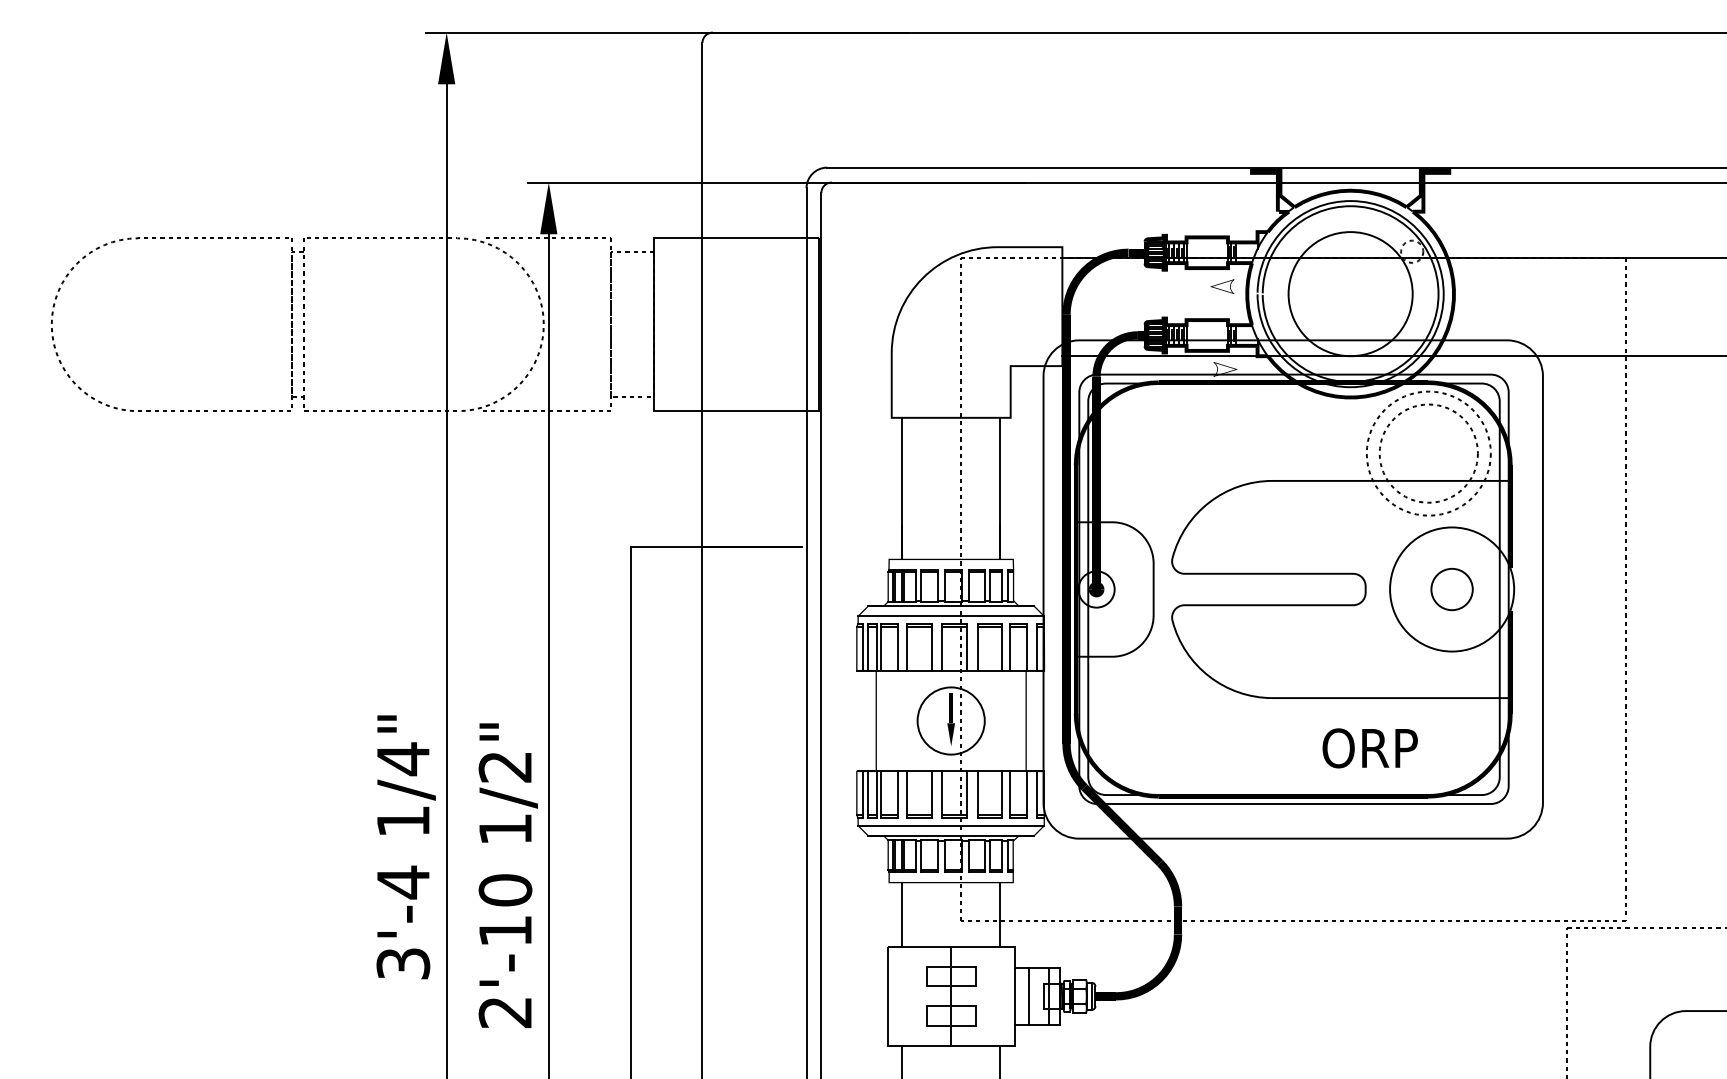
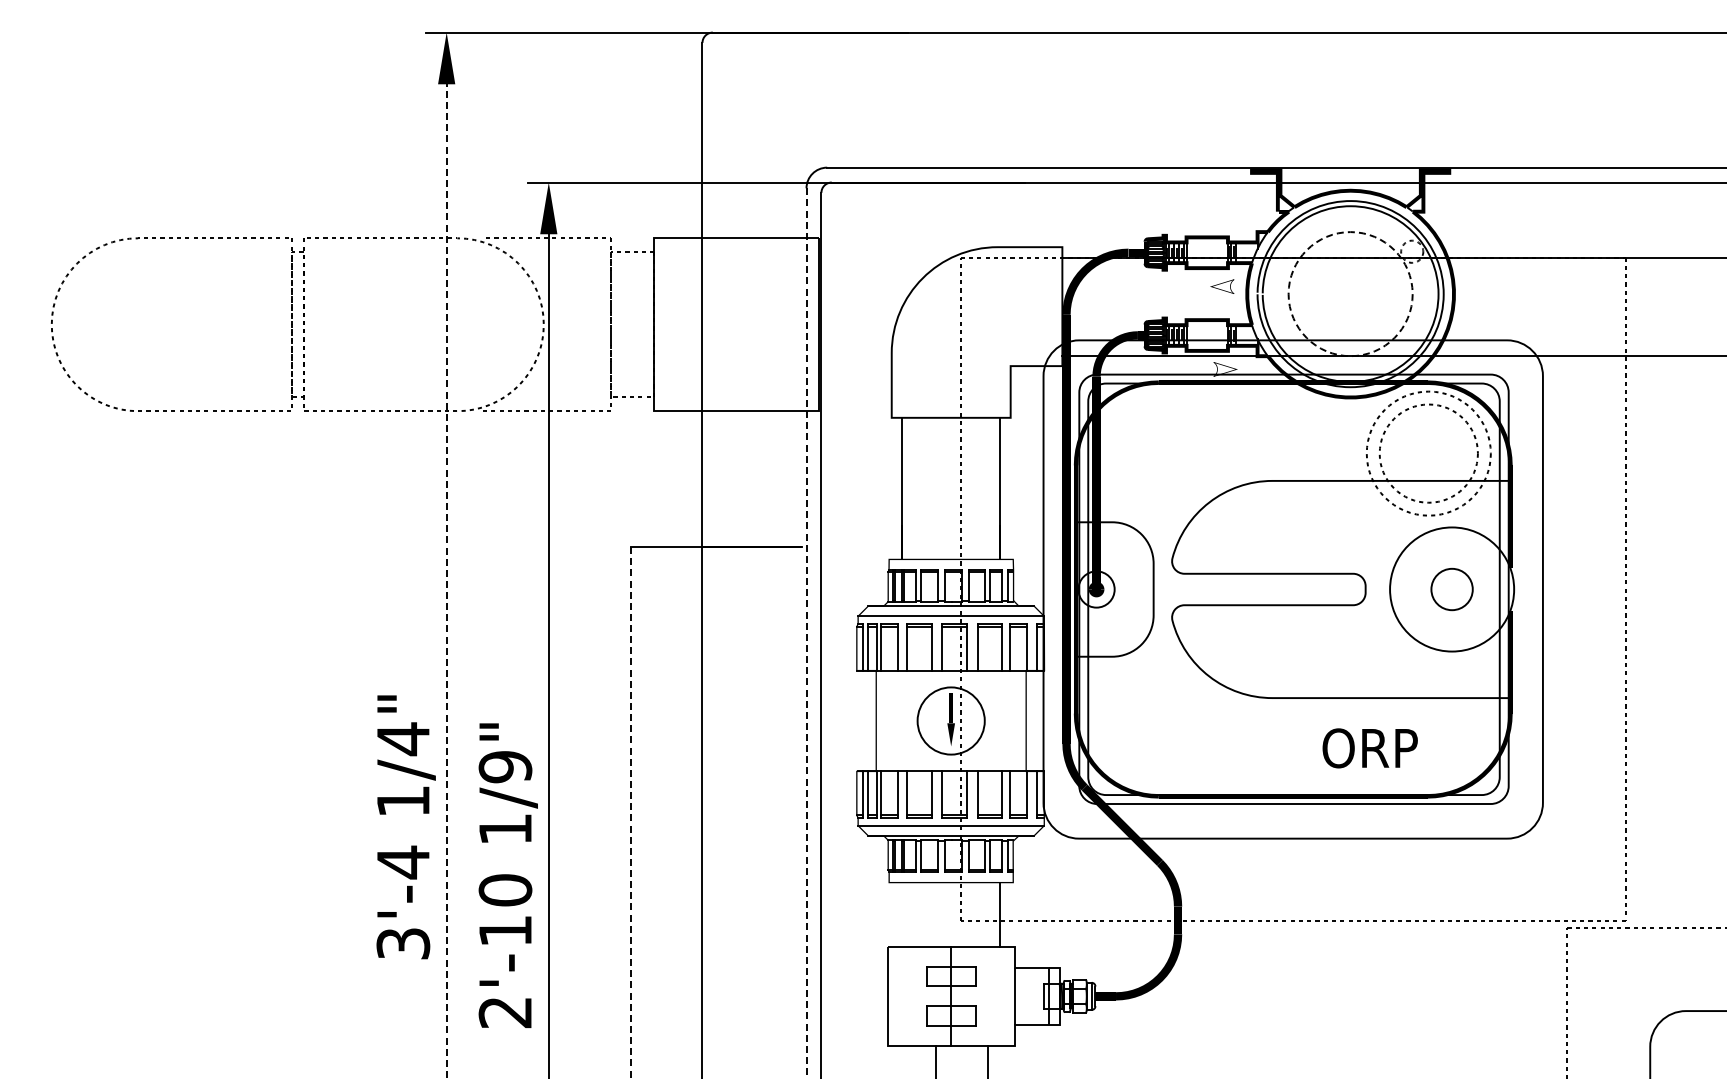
circle at (1350, 294): solid -> dashed
line at (446, 581): solid -> dashed
line at (806, 633): solid -> dashed
text at (505, 767): 1/2" -> 1/9"
line at (631, 812): solid -> dashed
text at (405, 847) position: (405, 847) -> (405, 827)
line at (902, 914): present -> none
line at (1028, 995): present -> none
line at (902, 1060) position: (902, 1060) -> (936, 1060)
line at (1000, 1060) position: (1000, 1060) -> (988, 1060)
